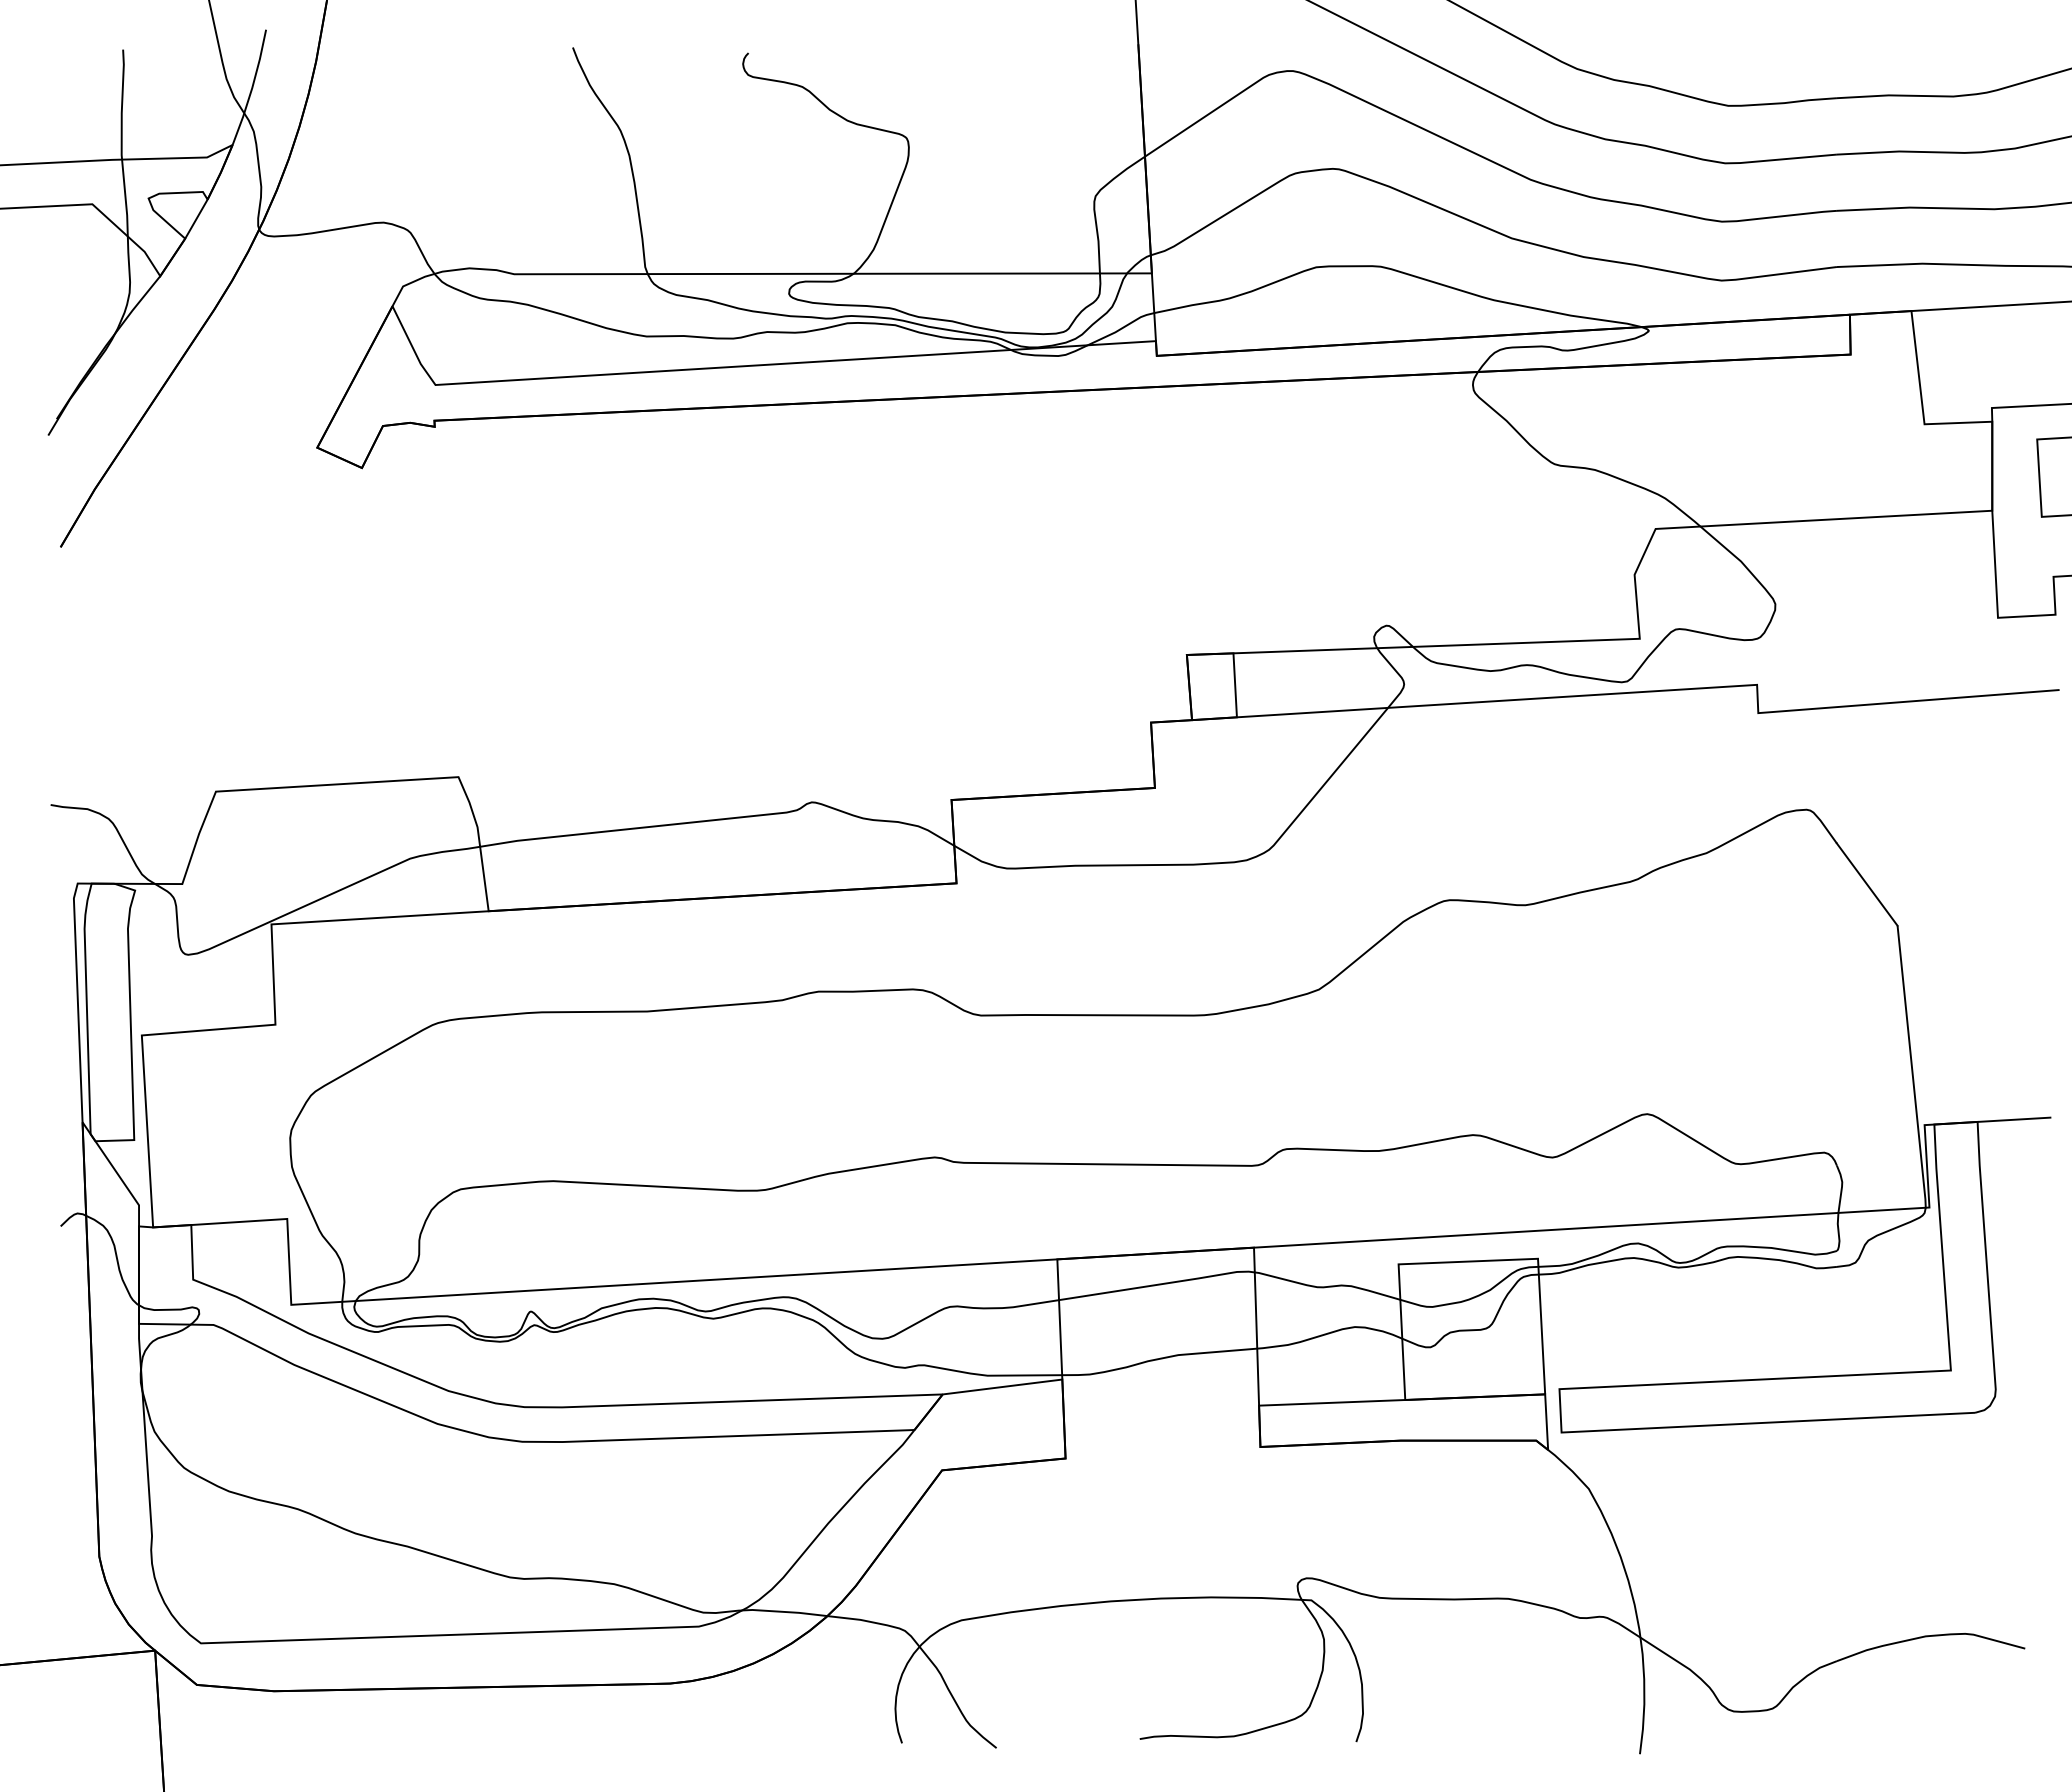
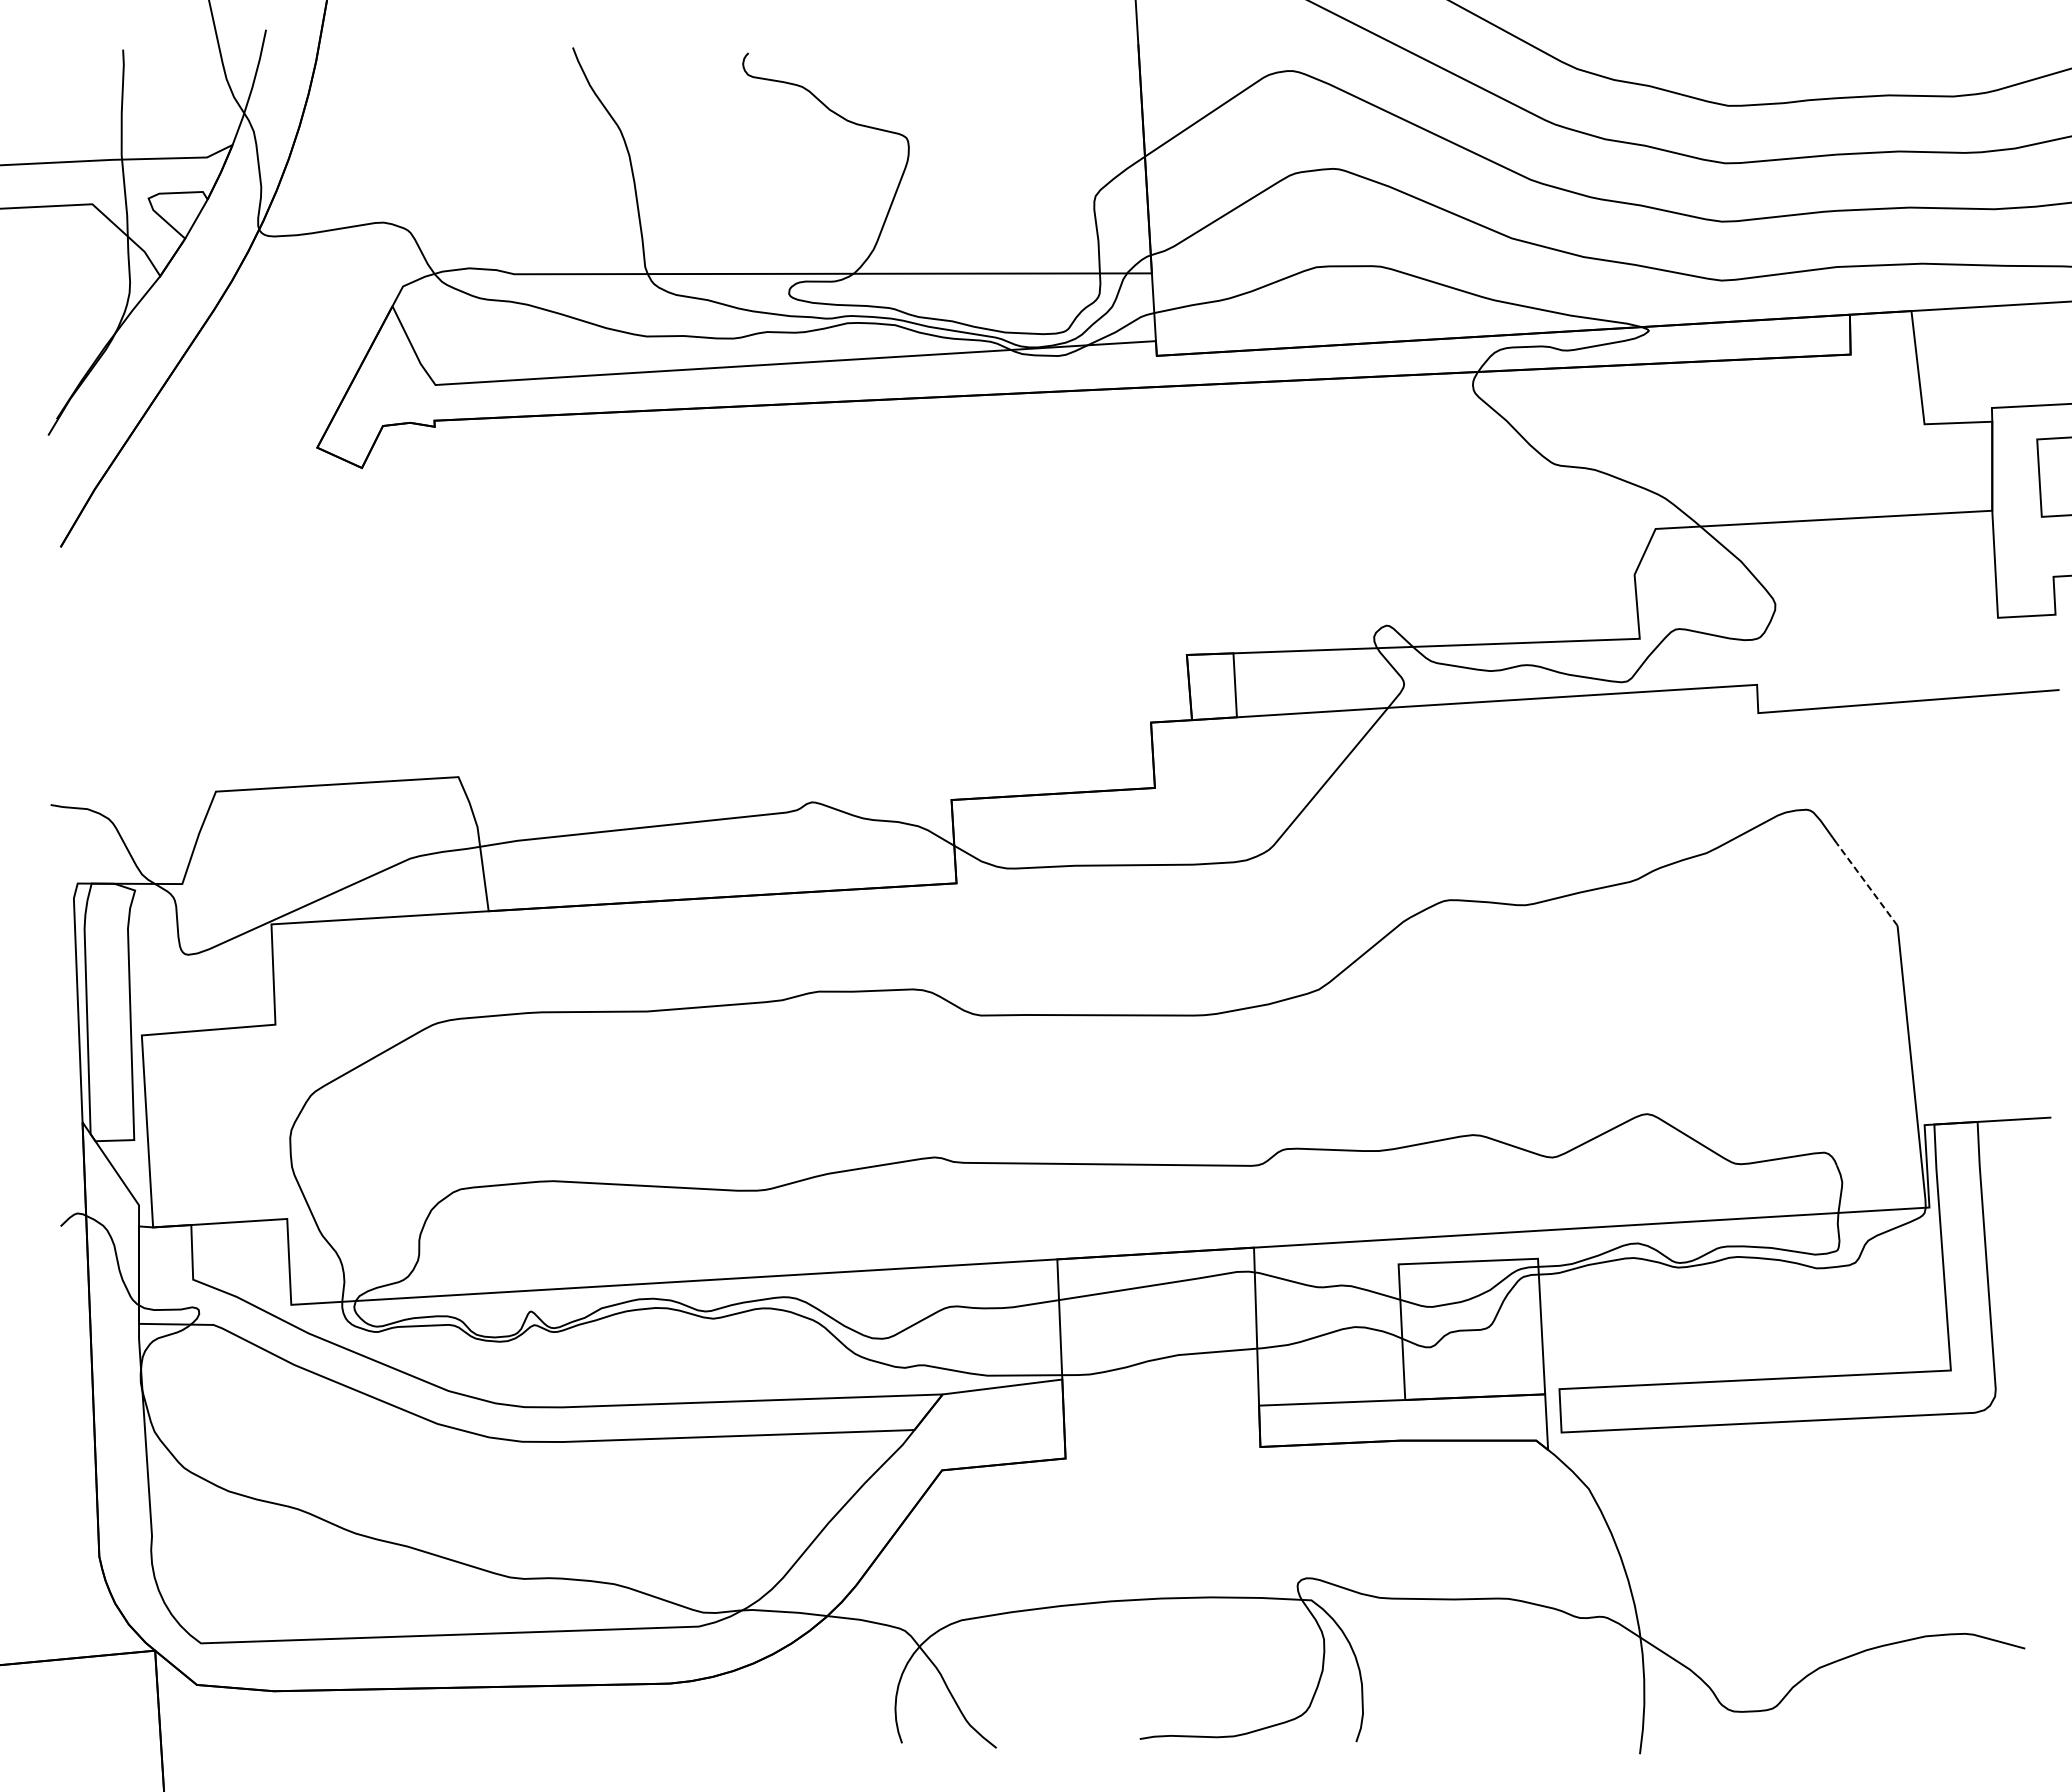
line at (1866, 884): solid -> dashed
